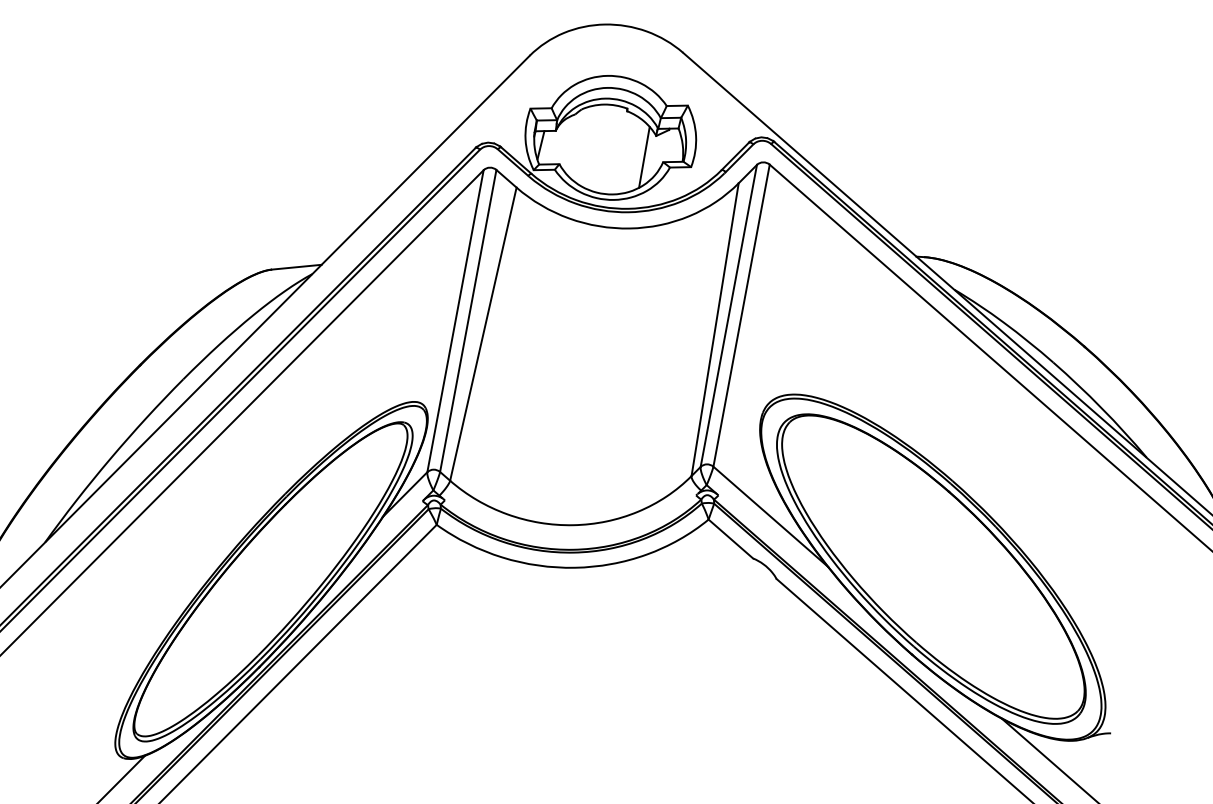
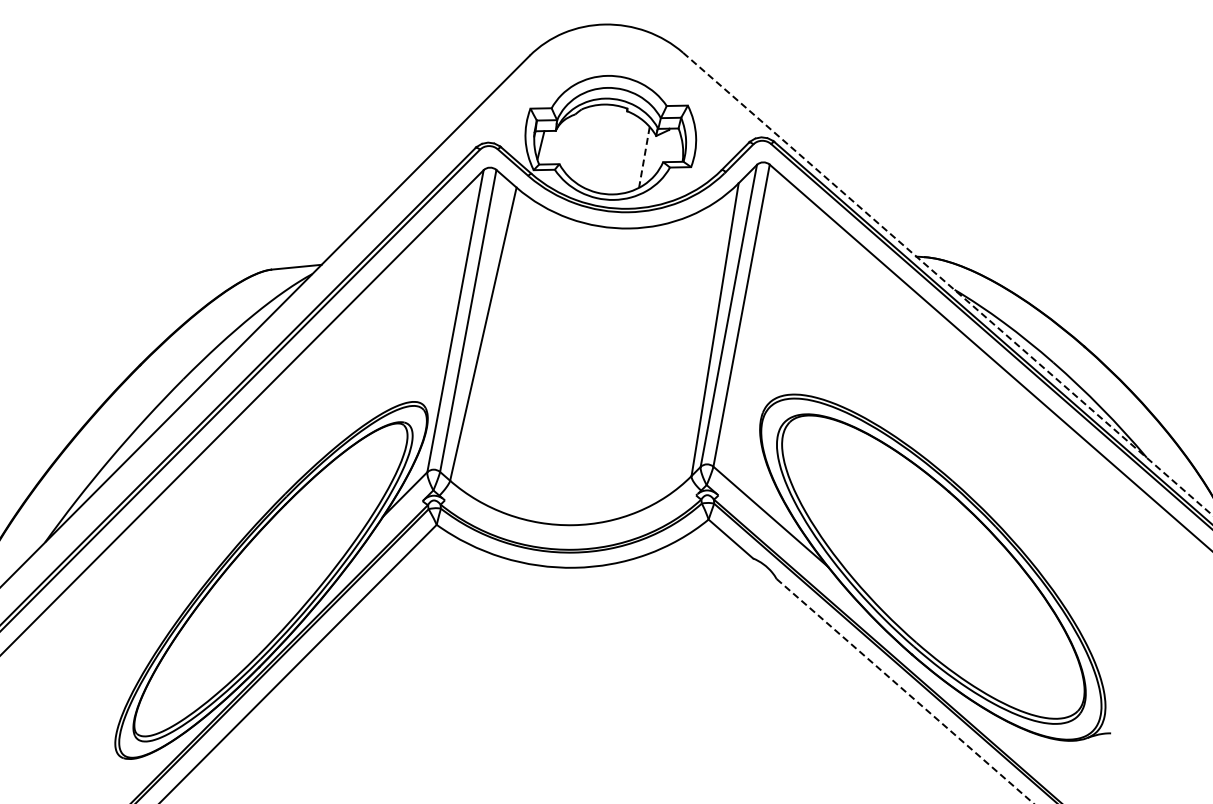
line at (644, 157): solid -> dashed
line at (948, 284): solid -> dashed
line at (905, 691): solid -> dashed
line at (1048, 759): present -> none
line at (122, 777): present -> none
